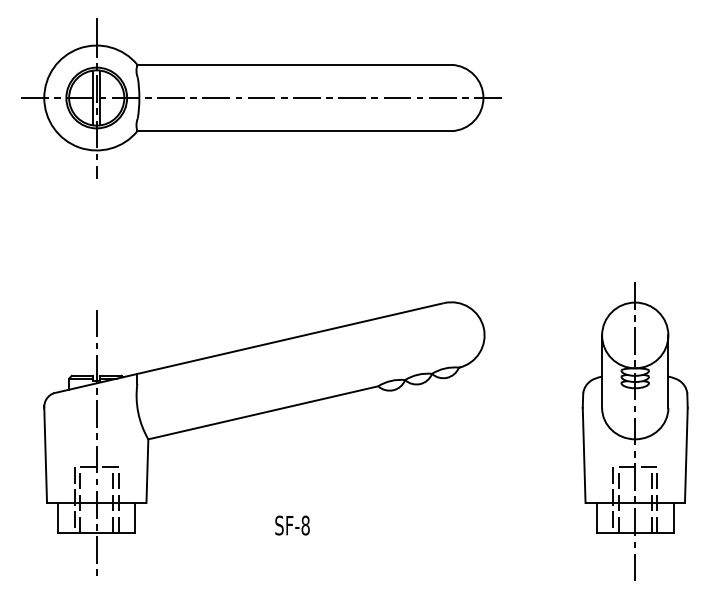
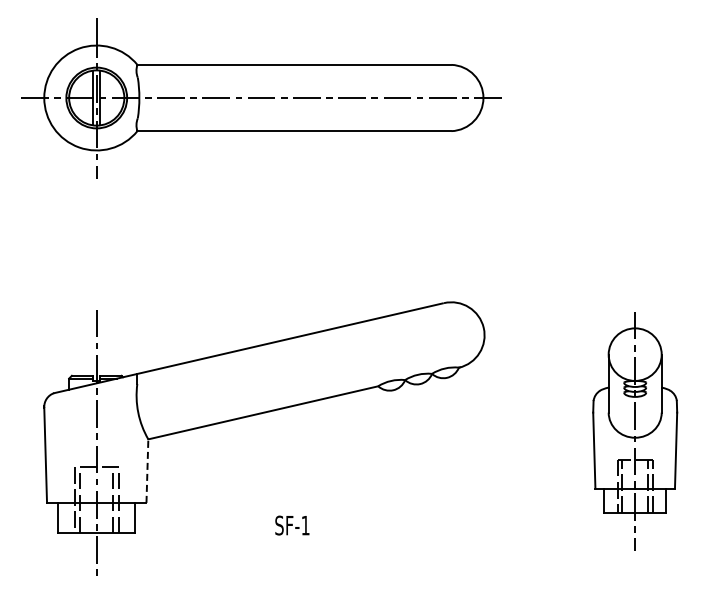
part at (634, 431) size: 108x299 px -> 87x239 px
line at (147, 471): solid -> dashed
text at (305, 525): SF-8 -> SF-1
